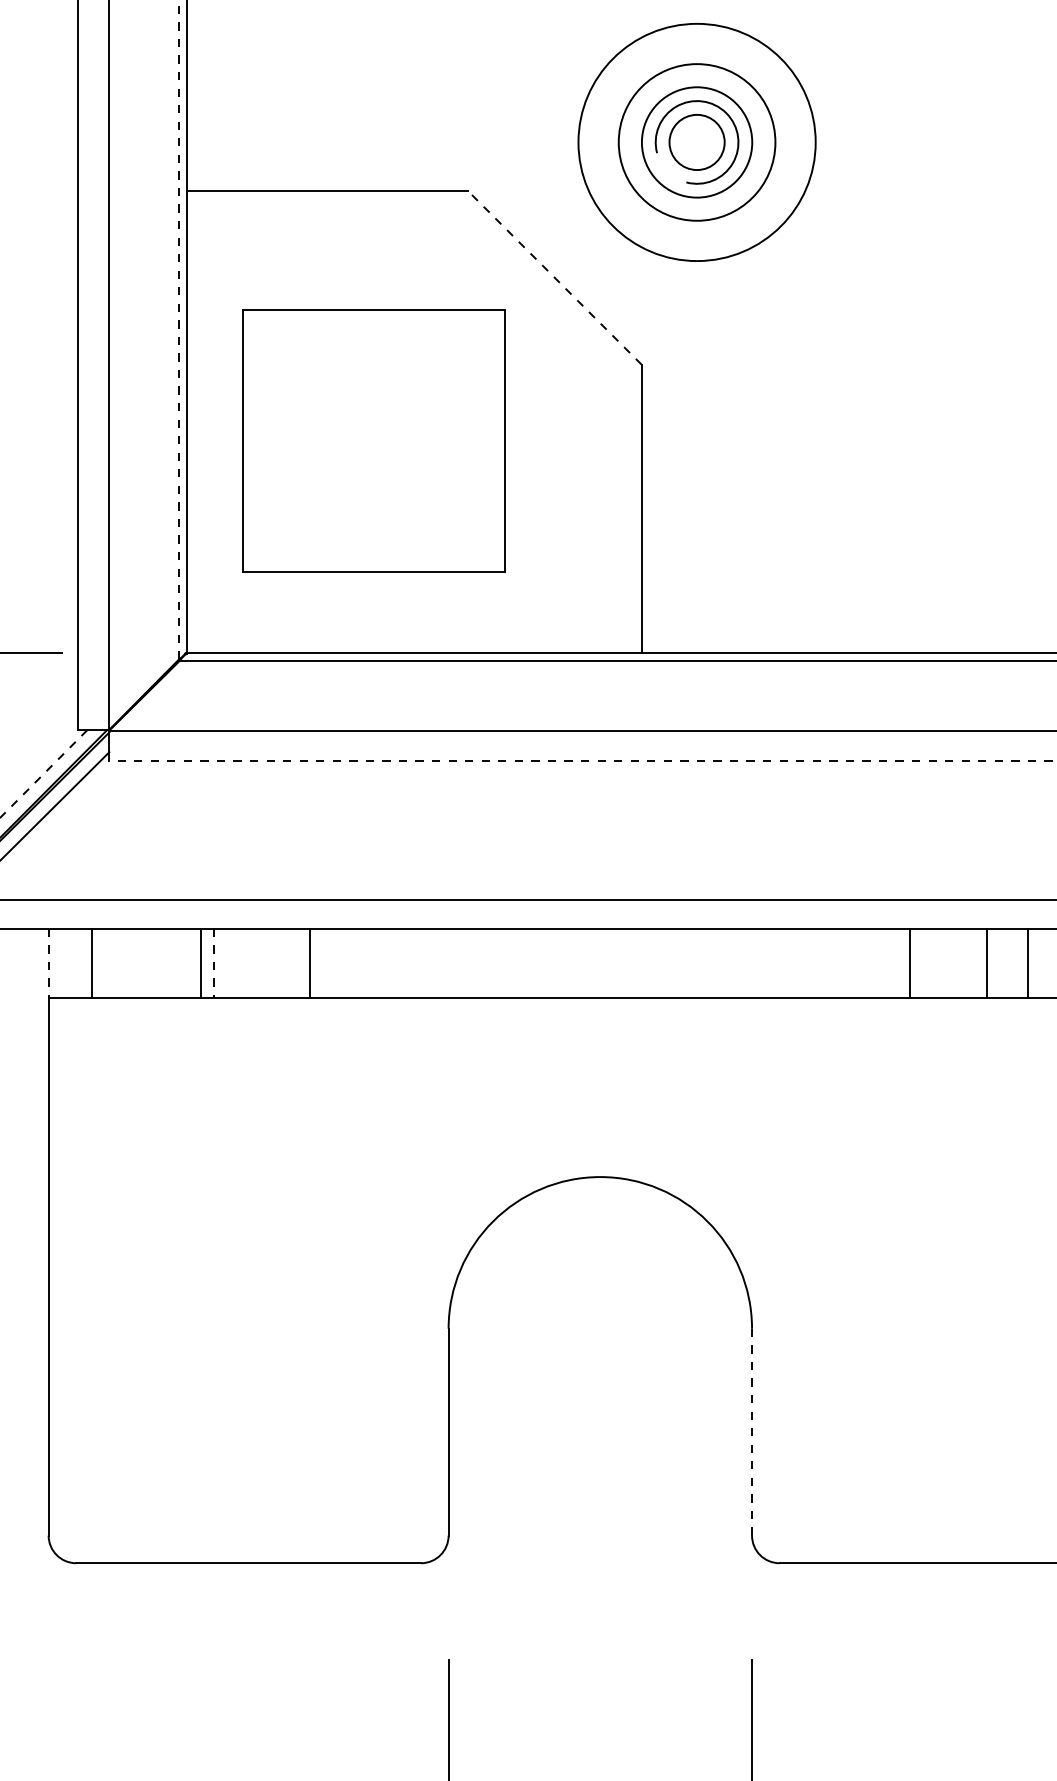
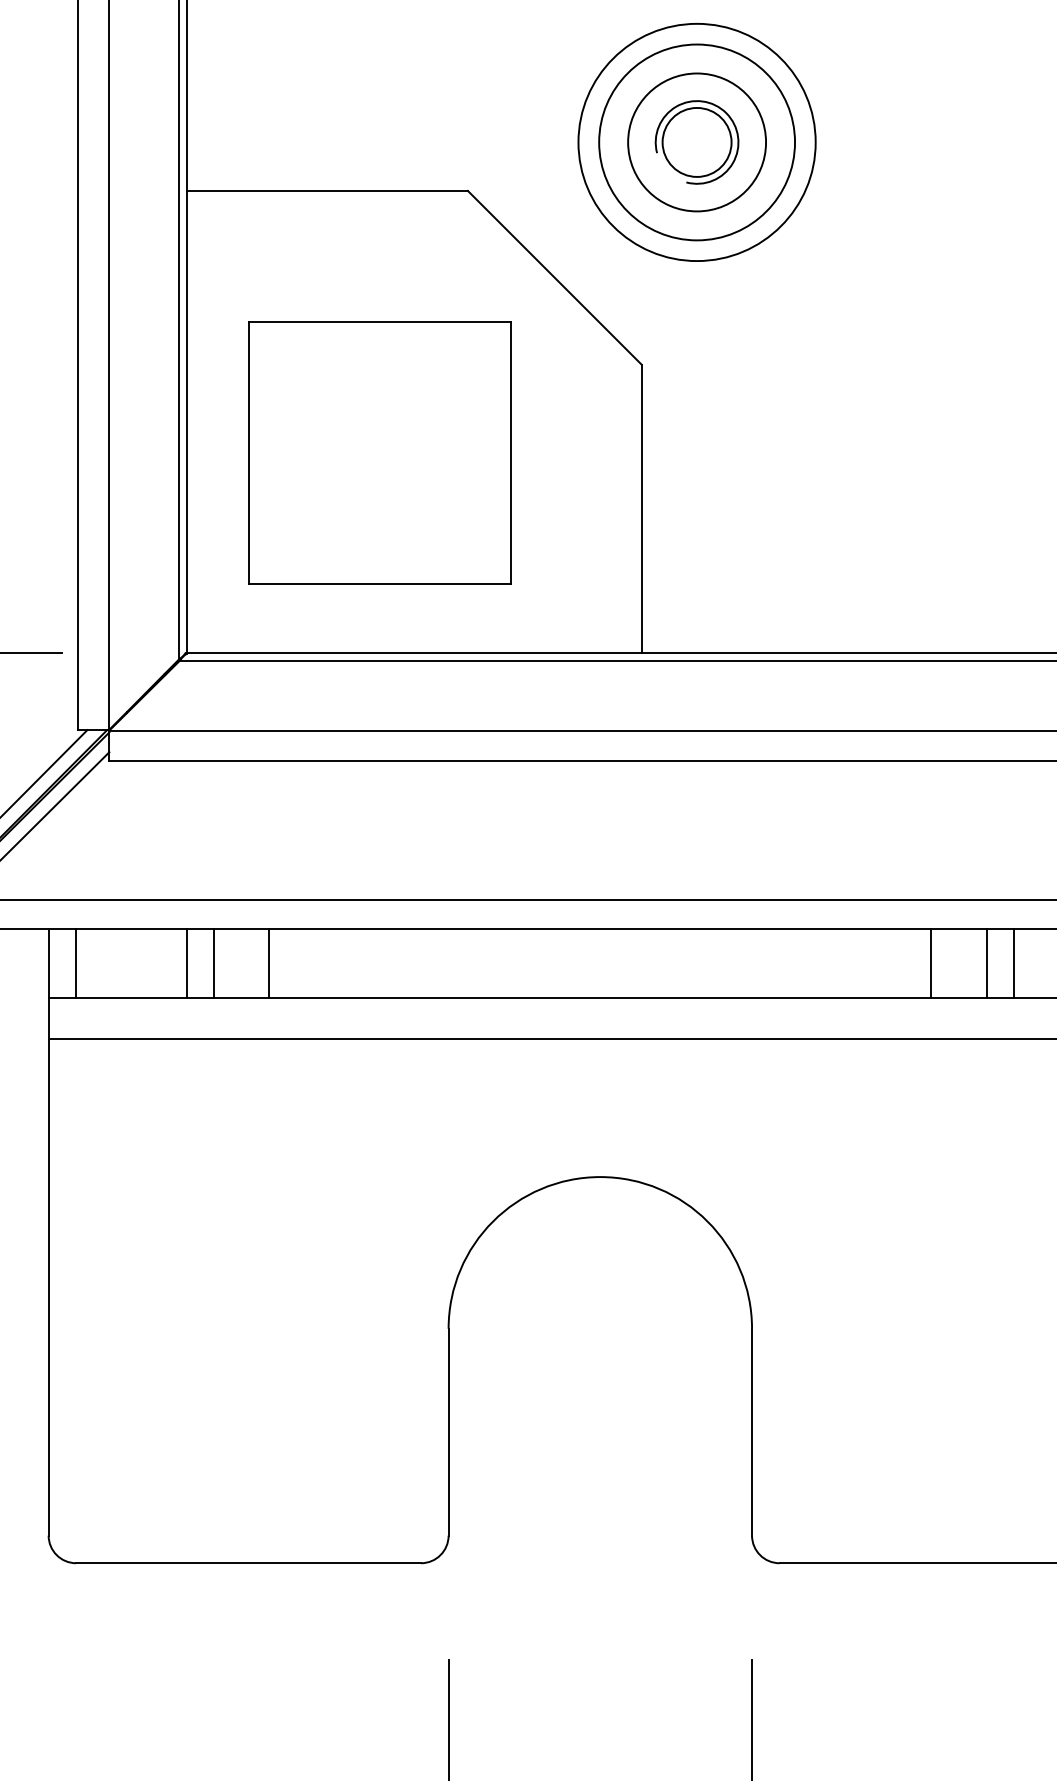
circle at (696, 142) diameter: 110 px -> 138 px
circle at (696, 142) diameter: 157 px -> 196 px
circle at (696, 142) diameter: 55 px -> 69 px
line at (554, 277): dashed -> solid
line at (178, 329): dashed -> solid
part at (373, 440) position: (373, 440) -> (379, 452)
line at (582, 761): dashed -> solid
line at (43, 774): dashed -> solid
line at (92, 962) position: (92, 962) -> (76, 962)
line at (200, 962) position: (200, 962) -> (186, 962)
line at (310, 962) position: (310, 962) -> (269, 962)
line at (910, 962) position: (910, 962) -> (931, 962)
line at (1028, 962) position: (1028, 962) -> (1014, 962)
line at (48, 963): dashed -> solid
line at (214, 963): dashed -> solid
line at (550, 1039): none -> present
line at (752, 1431): dashed -> solid
